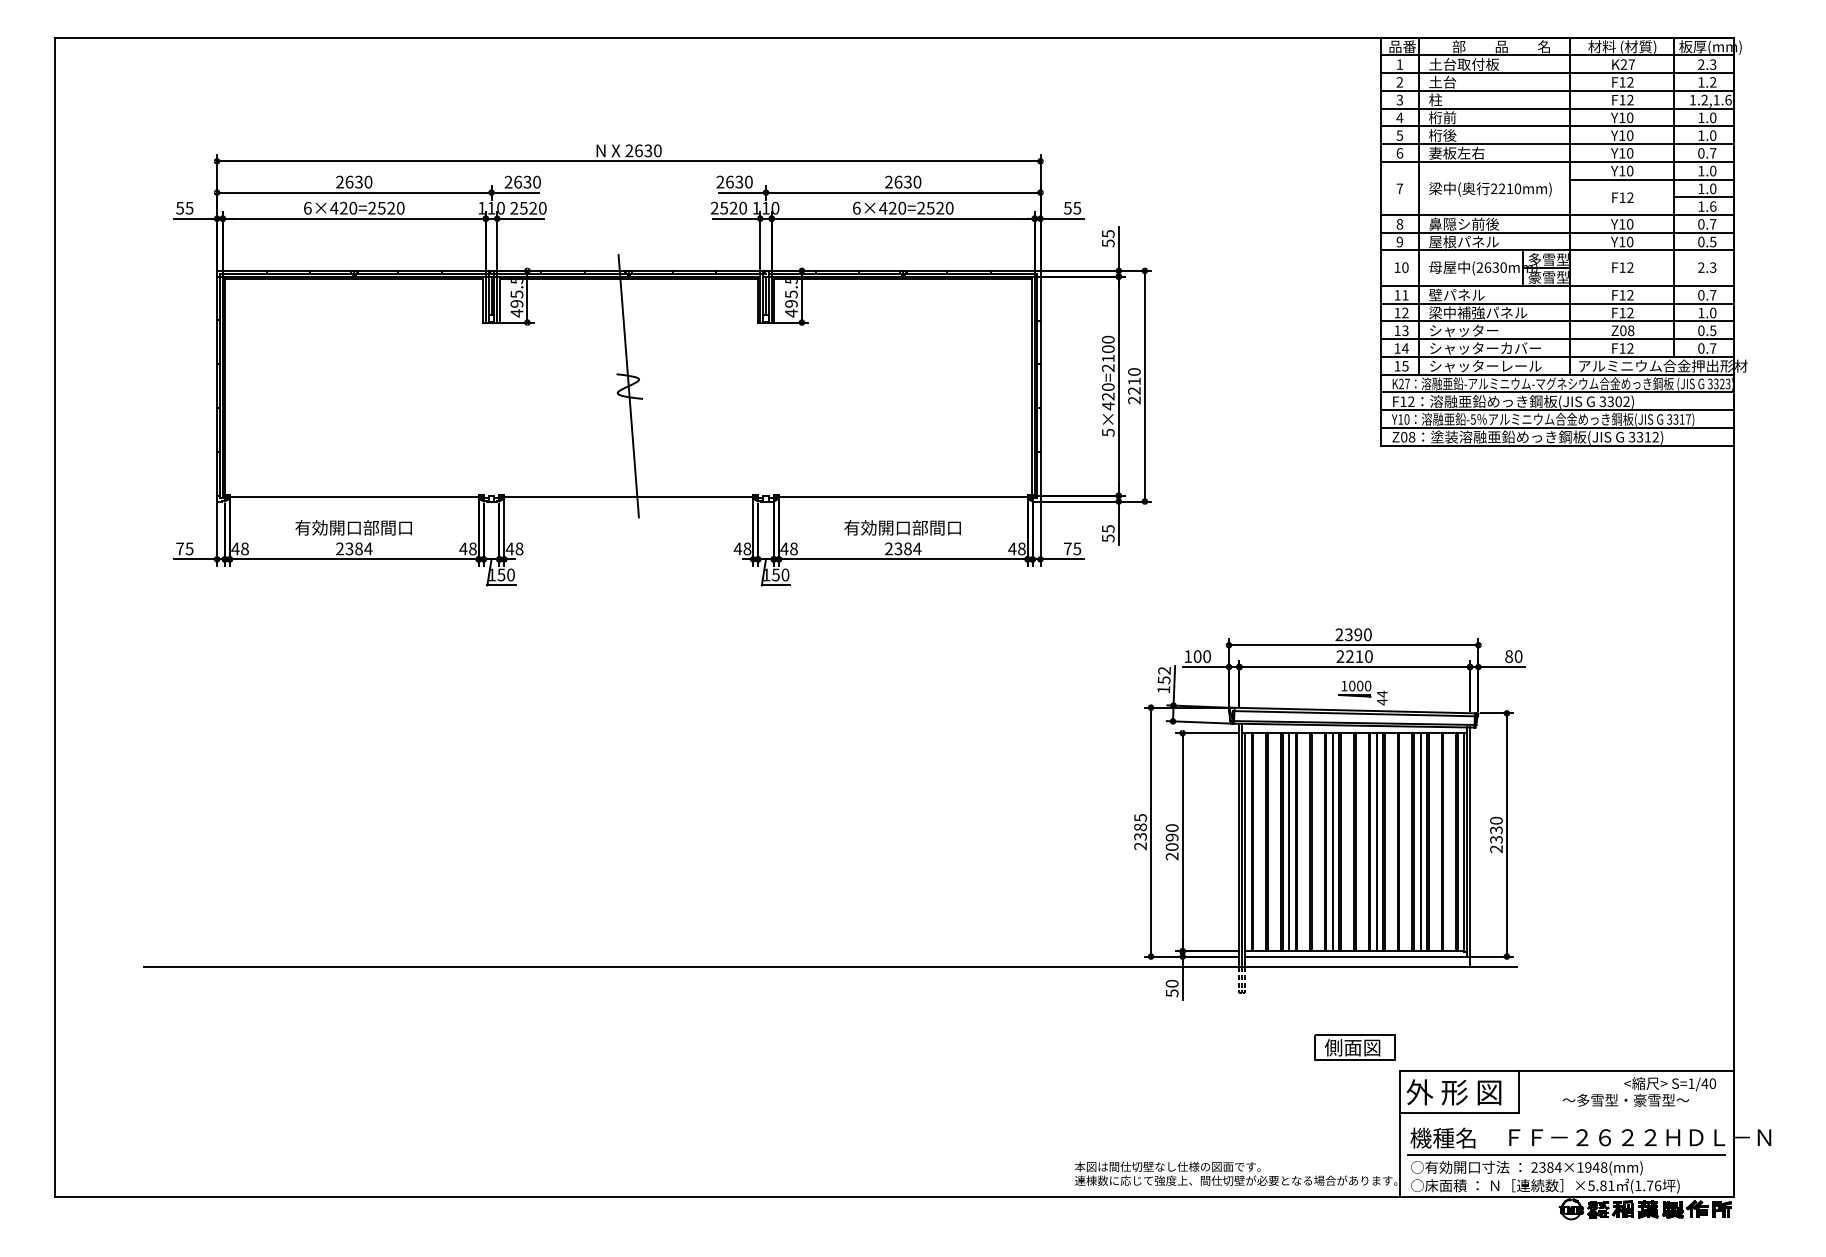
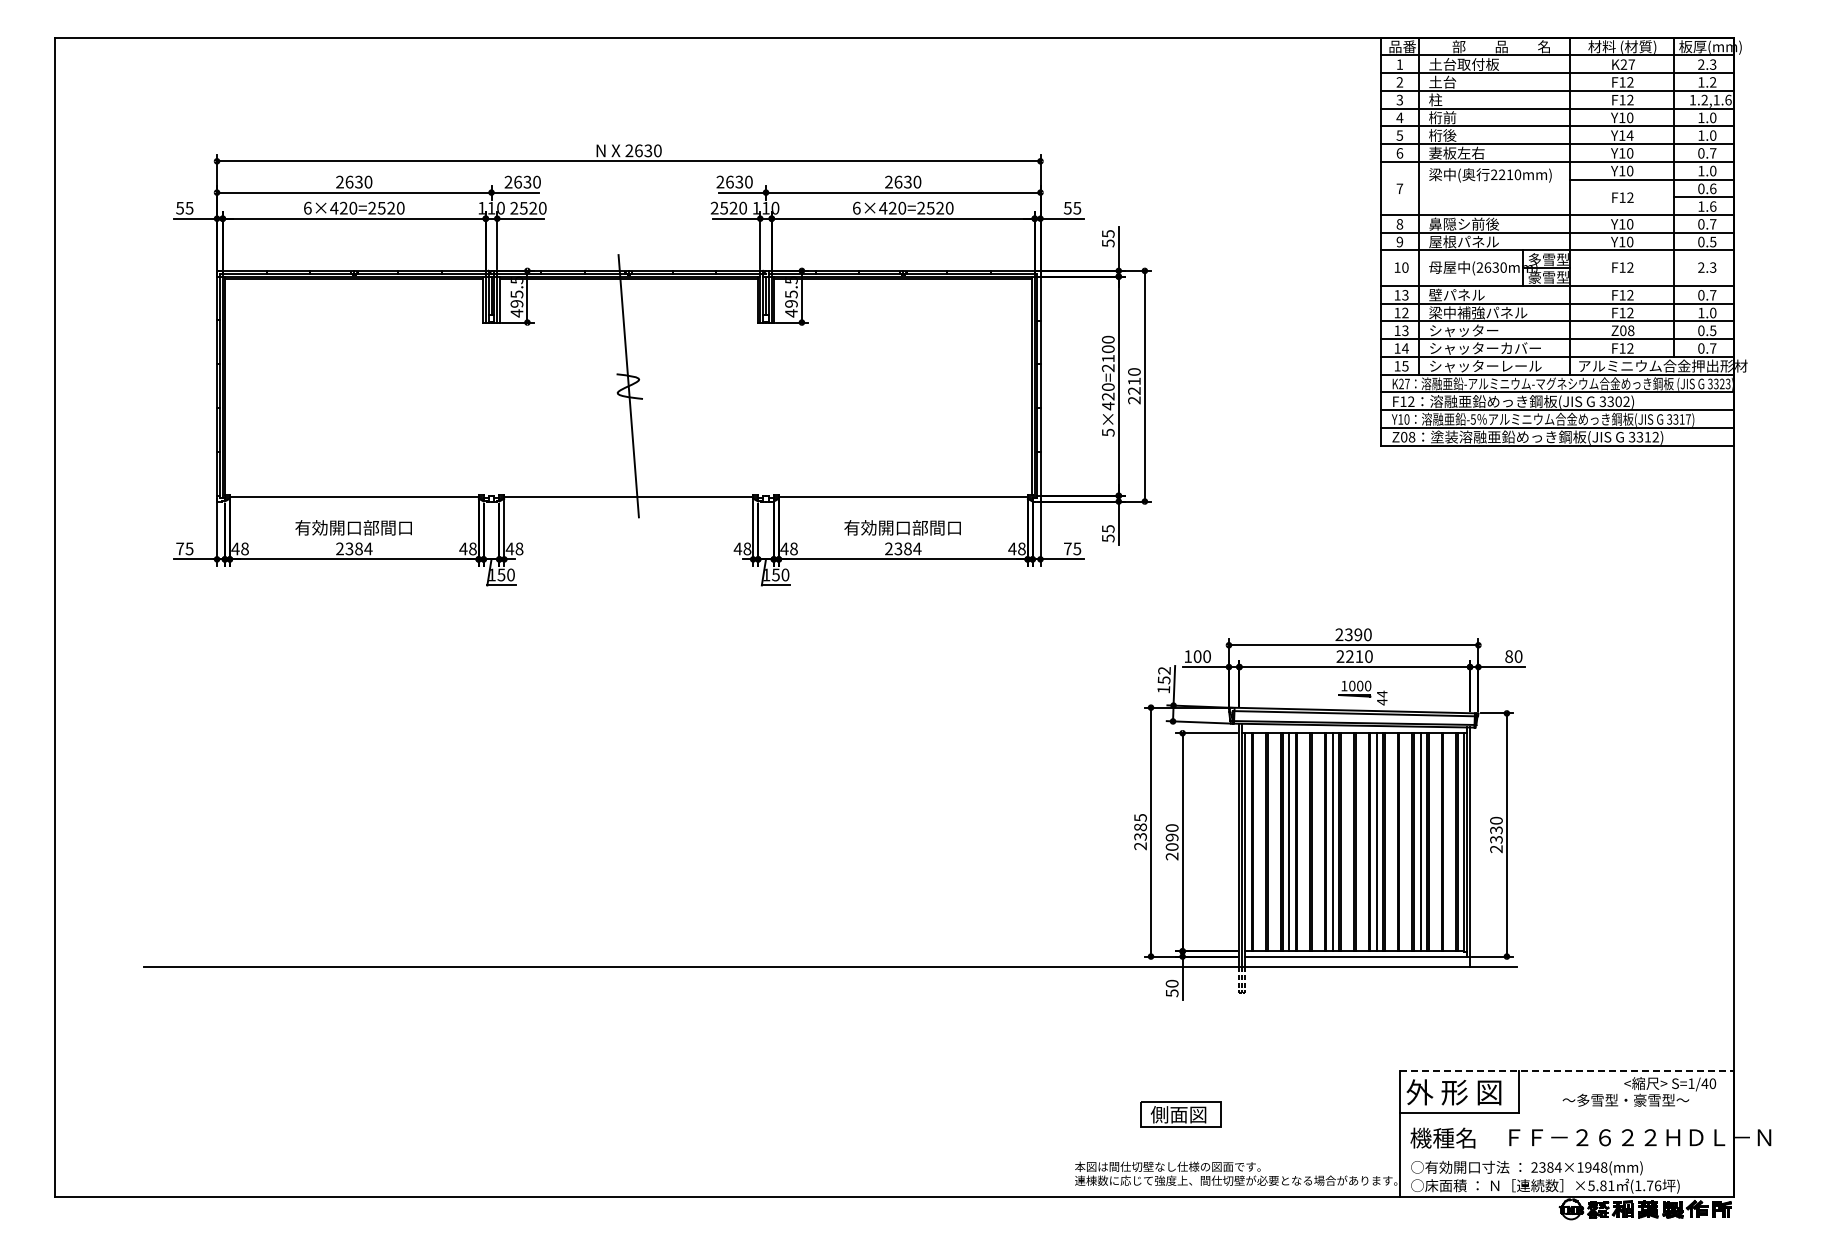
text at (1629, 135): Y10 -> Y14
text at (1707, 188): 1.0 -> 0.6
text at (1490, 189) position: (1490, 189) -> (1490, 175)
text at (1405, 295): 11 -> 13
part at (1354, 1047) position: (1354, 1047) -> (1180, 1114)
line at (1566, 1071): solid -> dashed
line at (1566, 1154): present -> none
